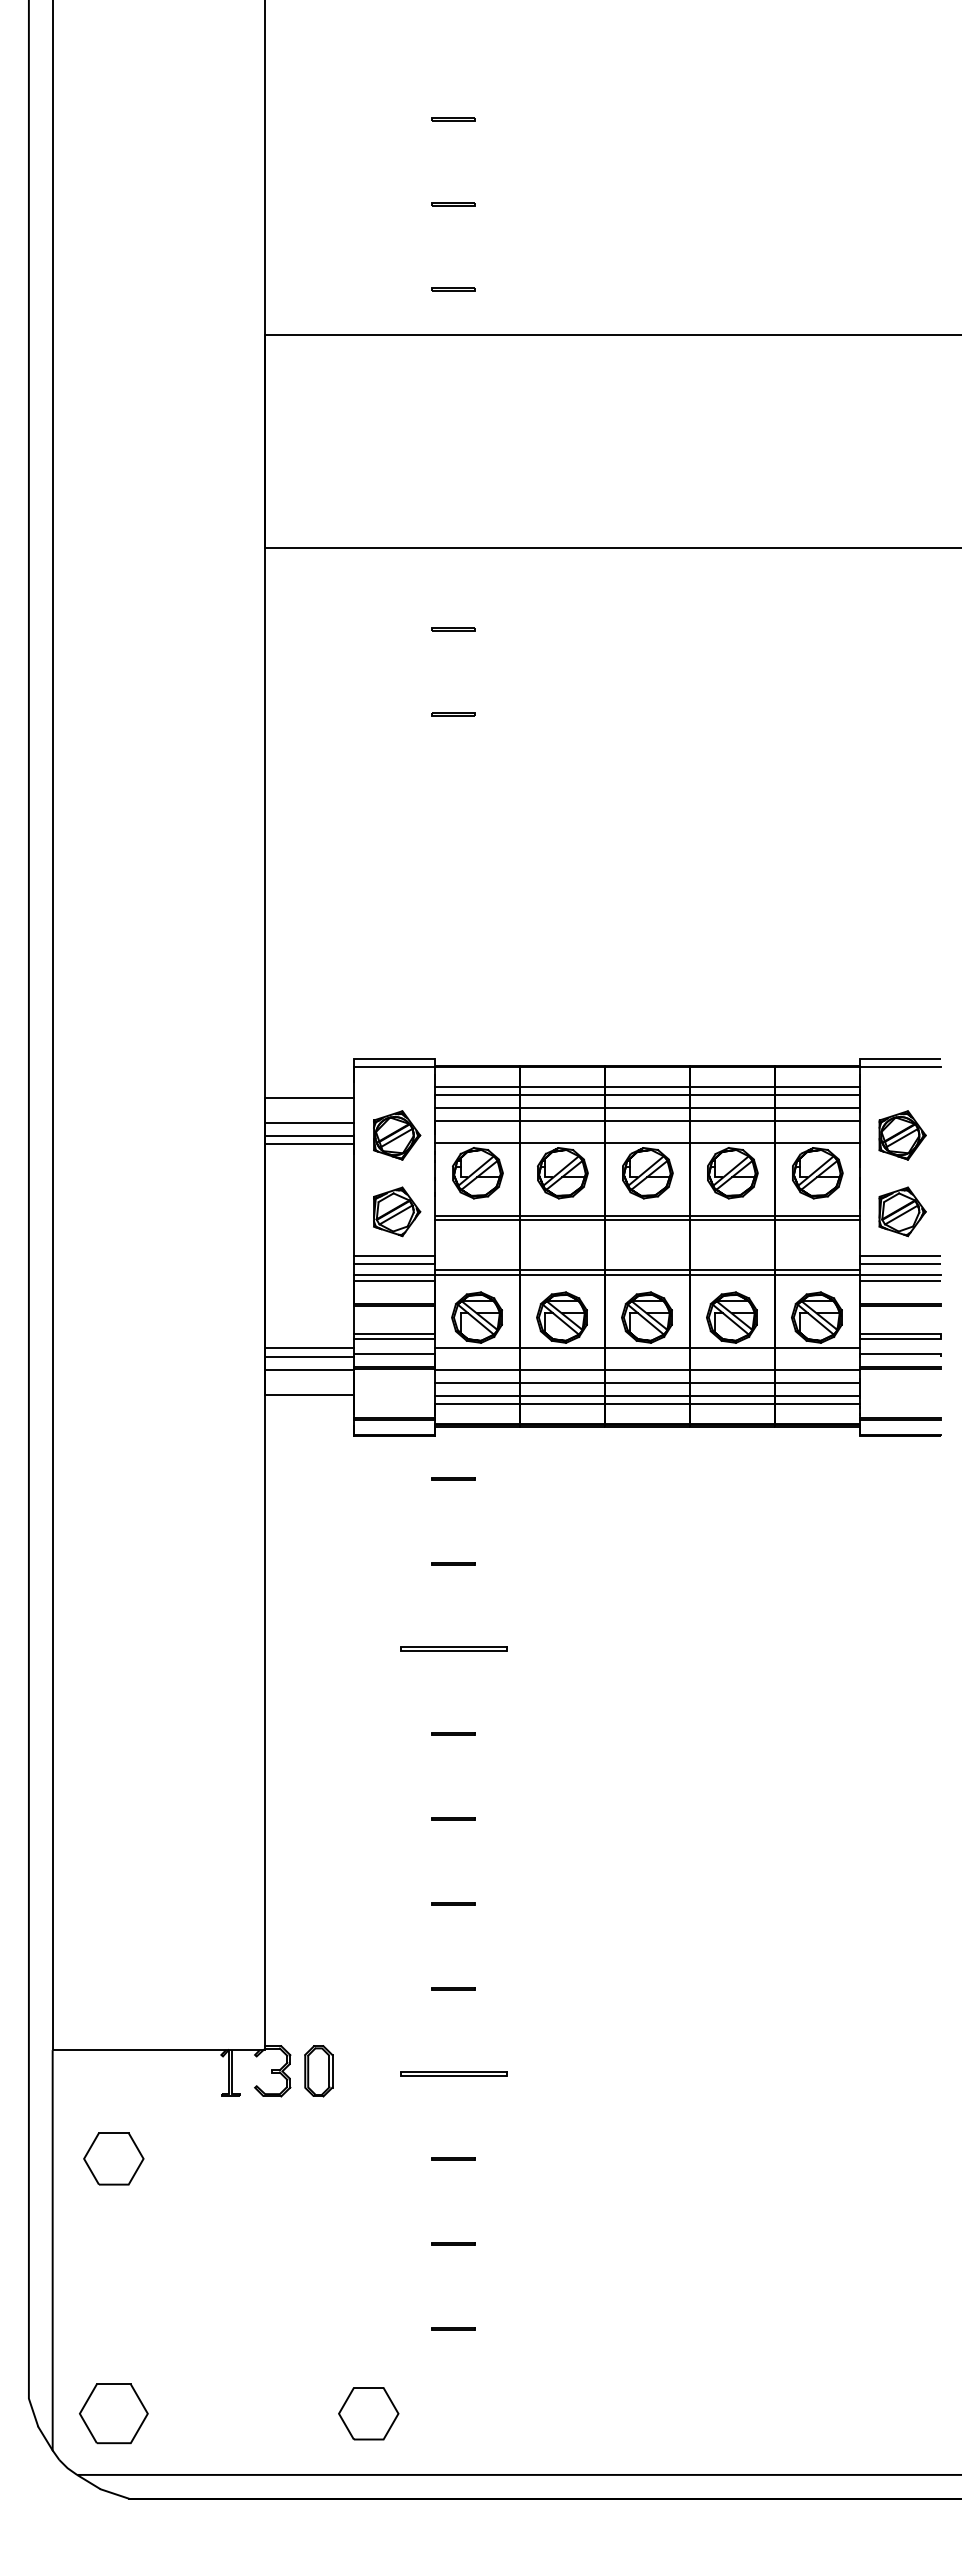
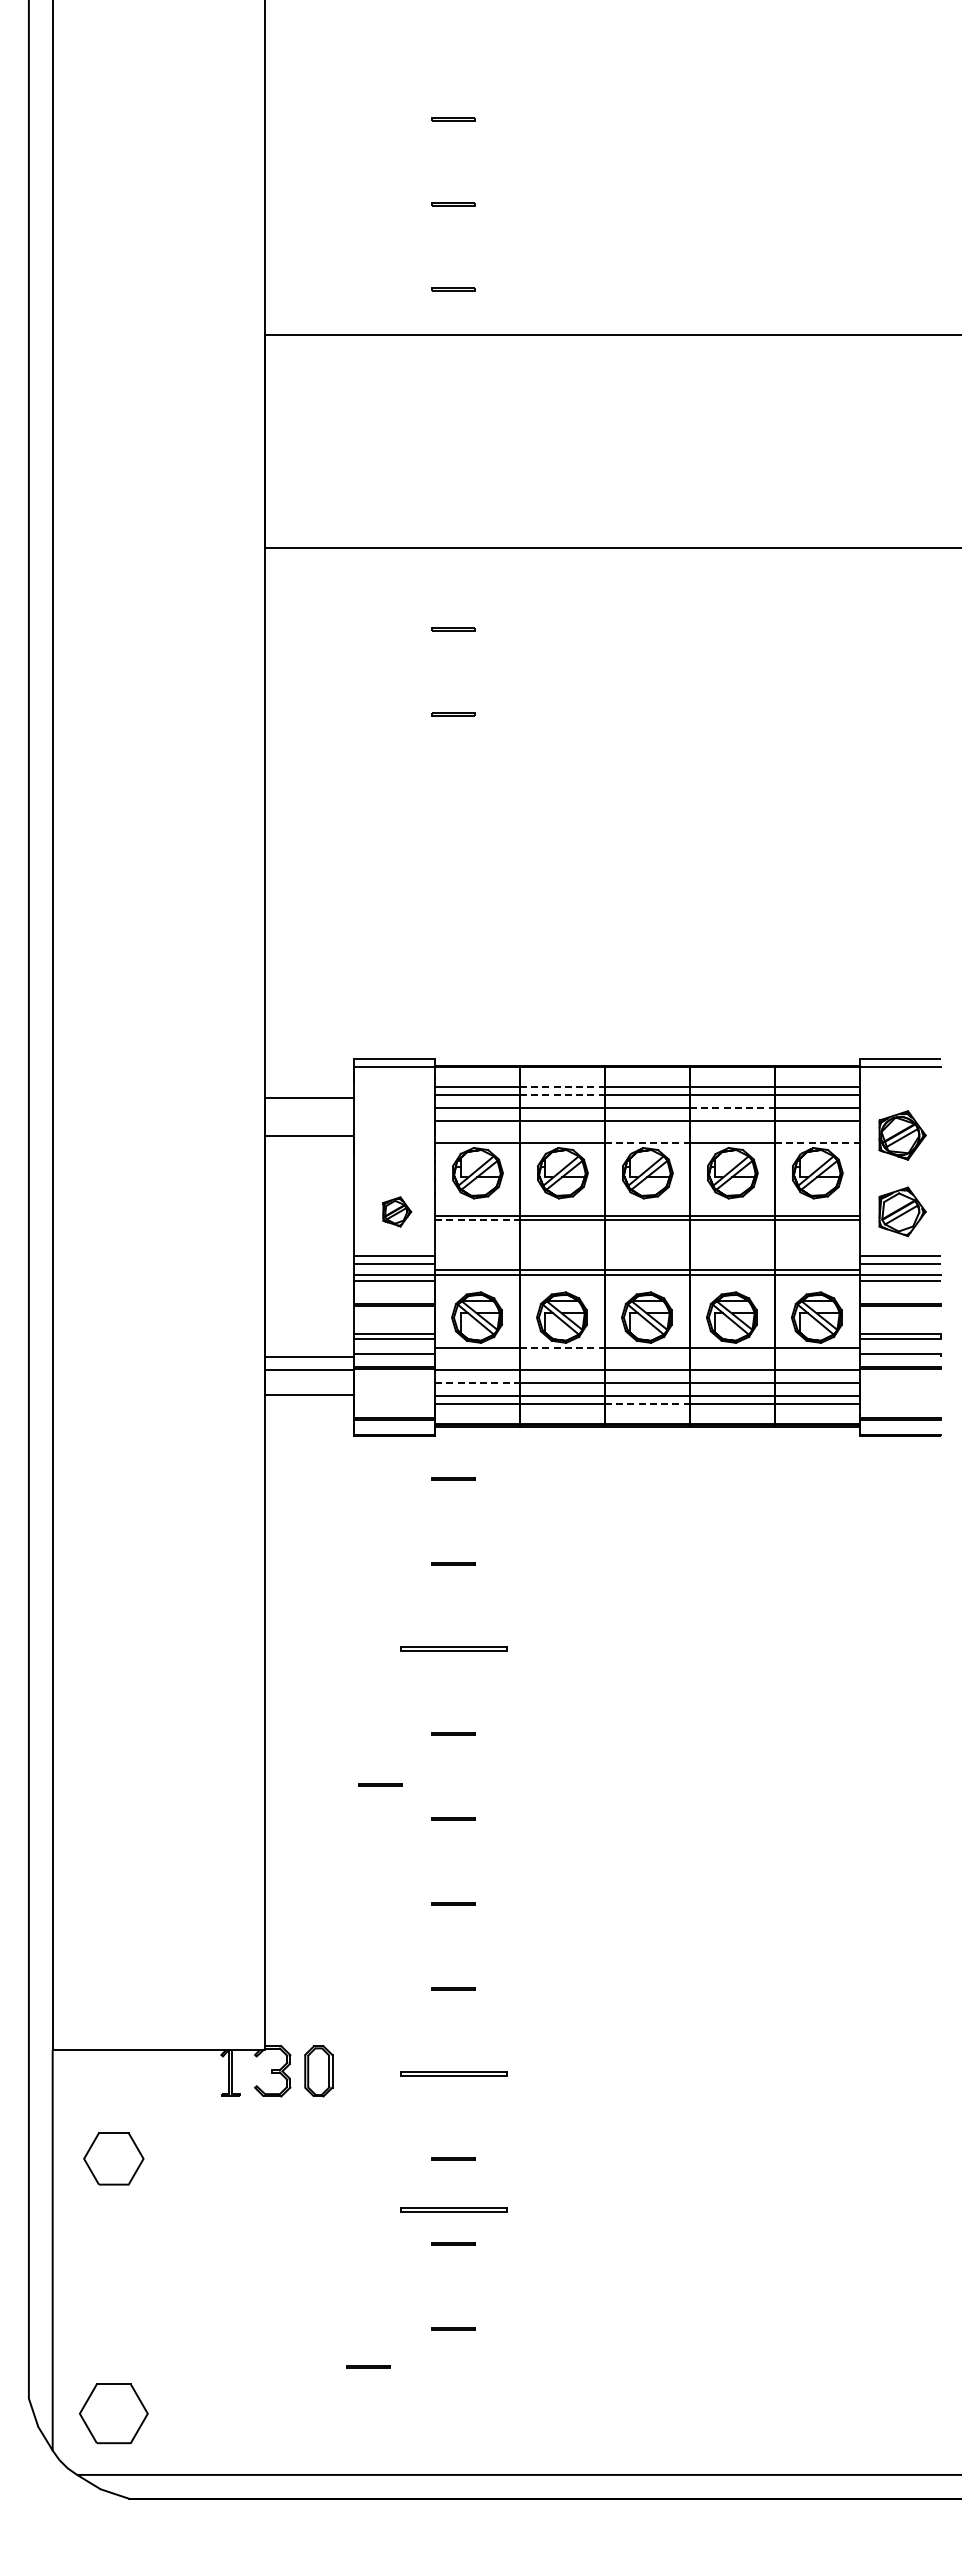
line at (562, 1086): solid -> dashed
line at (562, 1094): solid -> dashed
line at (732, 1107): solid -> dashed
line at (309, 1123): present -> none
part at (397, 1135): present -> none
line at (647, 1143): solid -> dashed
line at (817, 1143): solid -> dashed
line at (309, 1144): present -> none
part at (397, 1211) size: 49x52 px -> 31x32 px
line at (477, 1220): solid -> dashed
line at (562, 1347): solid -> dashed
line at (309, 1348): present -> none
line at (477, 1383): solid -> dashed
line at (647, 1404): solid -> dashed
line at (380, 1784): none -> present
part at (453, 2209): none -> present
line at (368, 2366): none -> present
part at (368, 2413): present -> none
